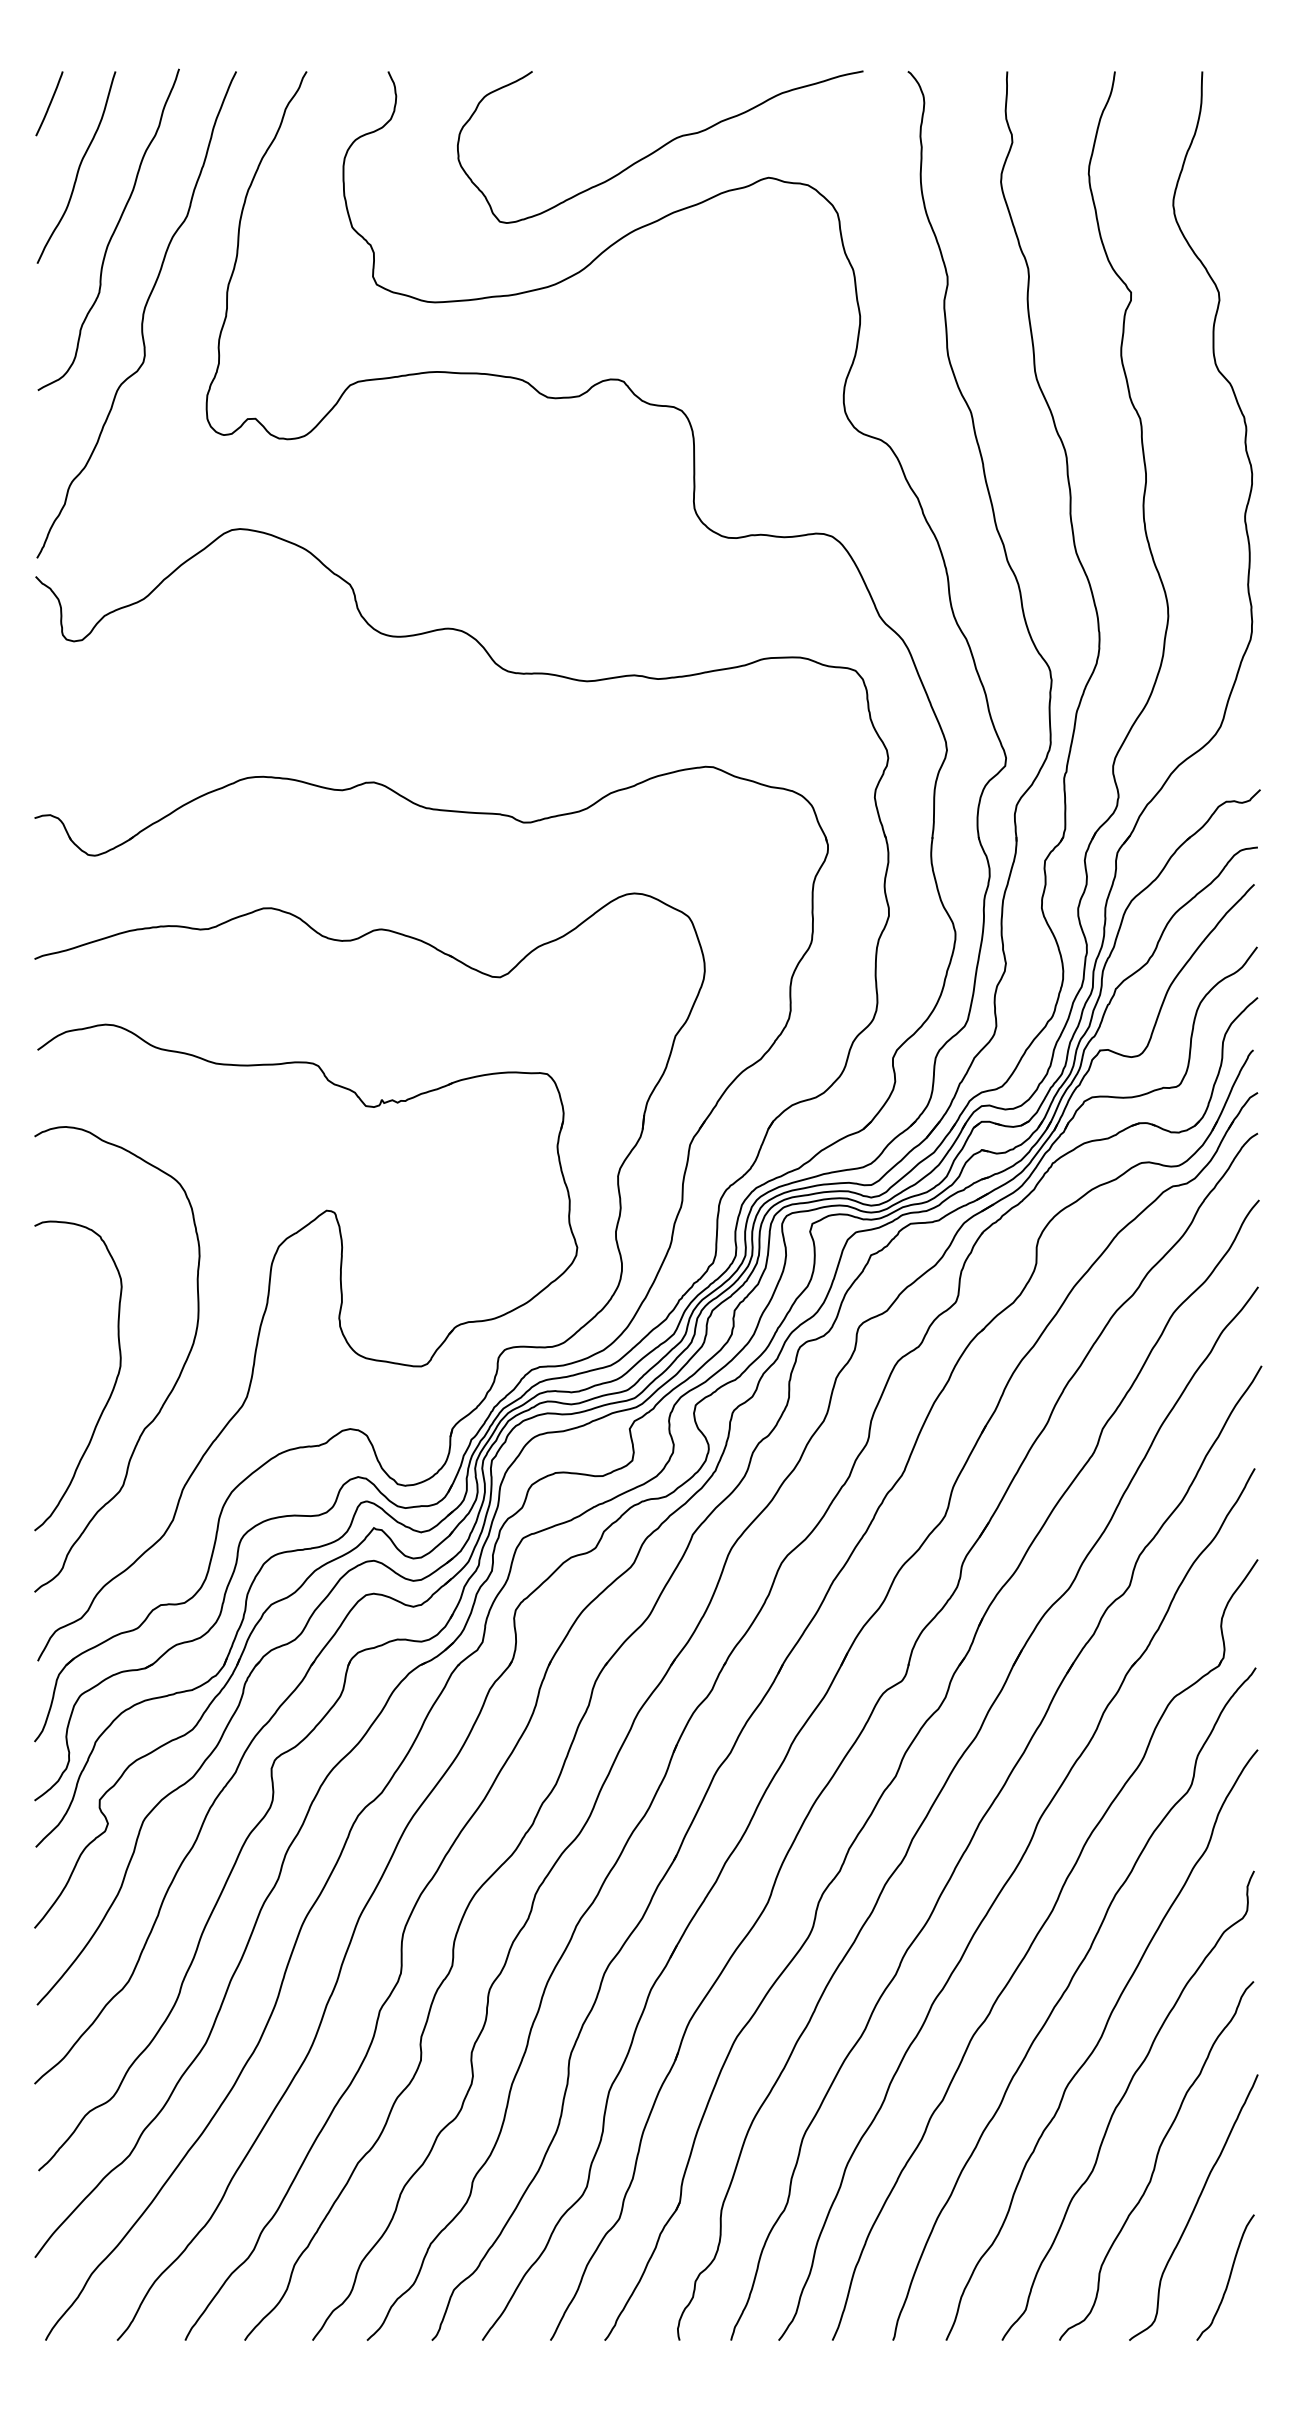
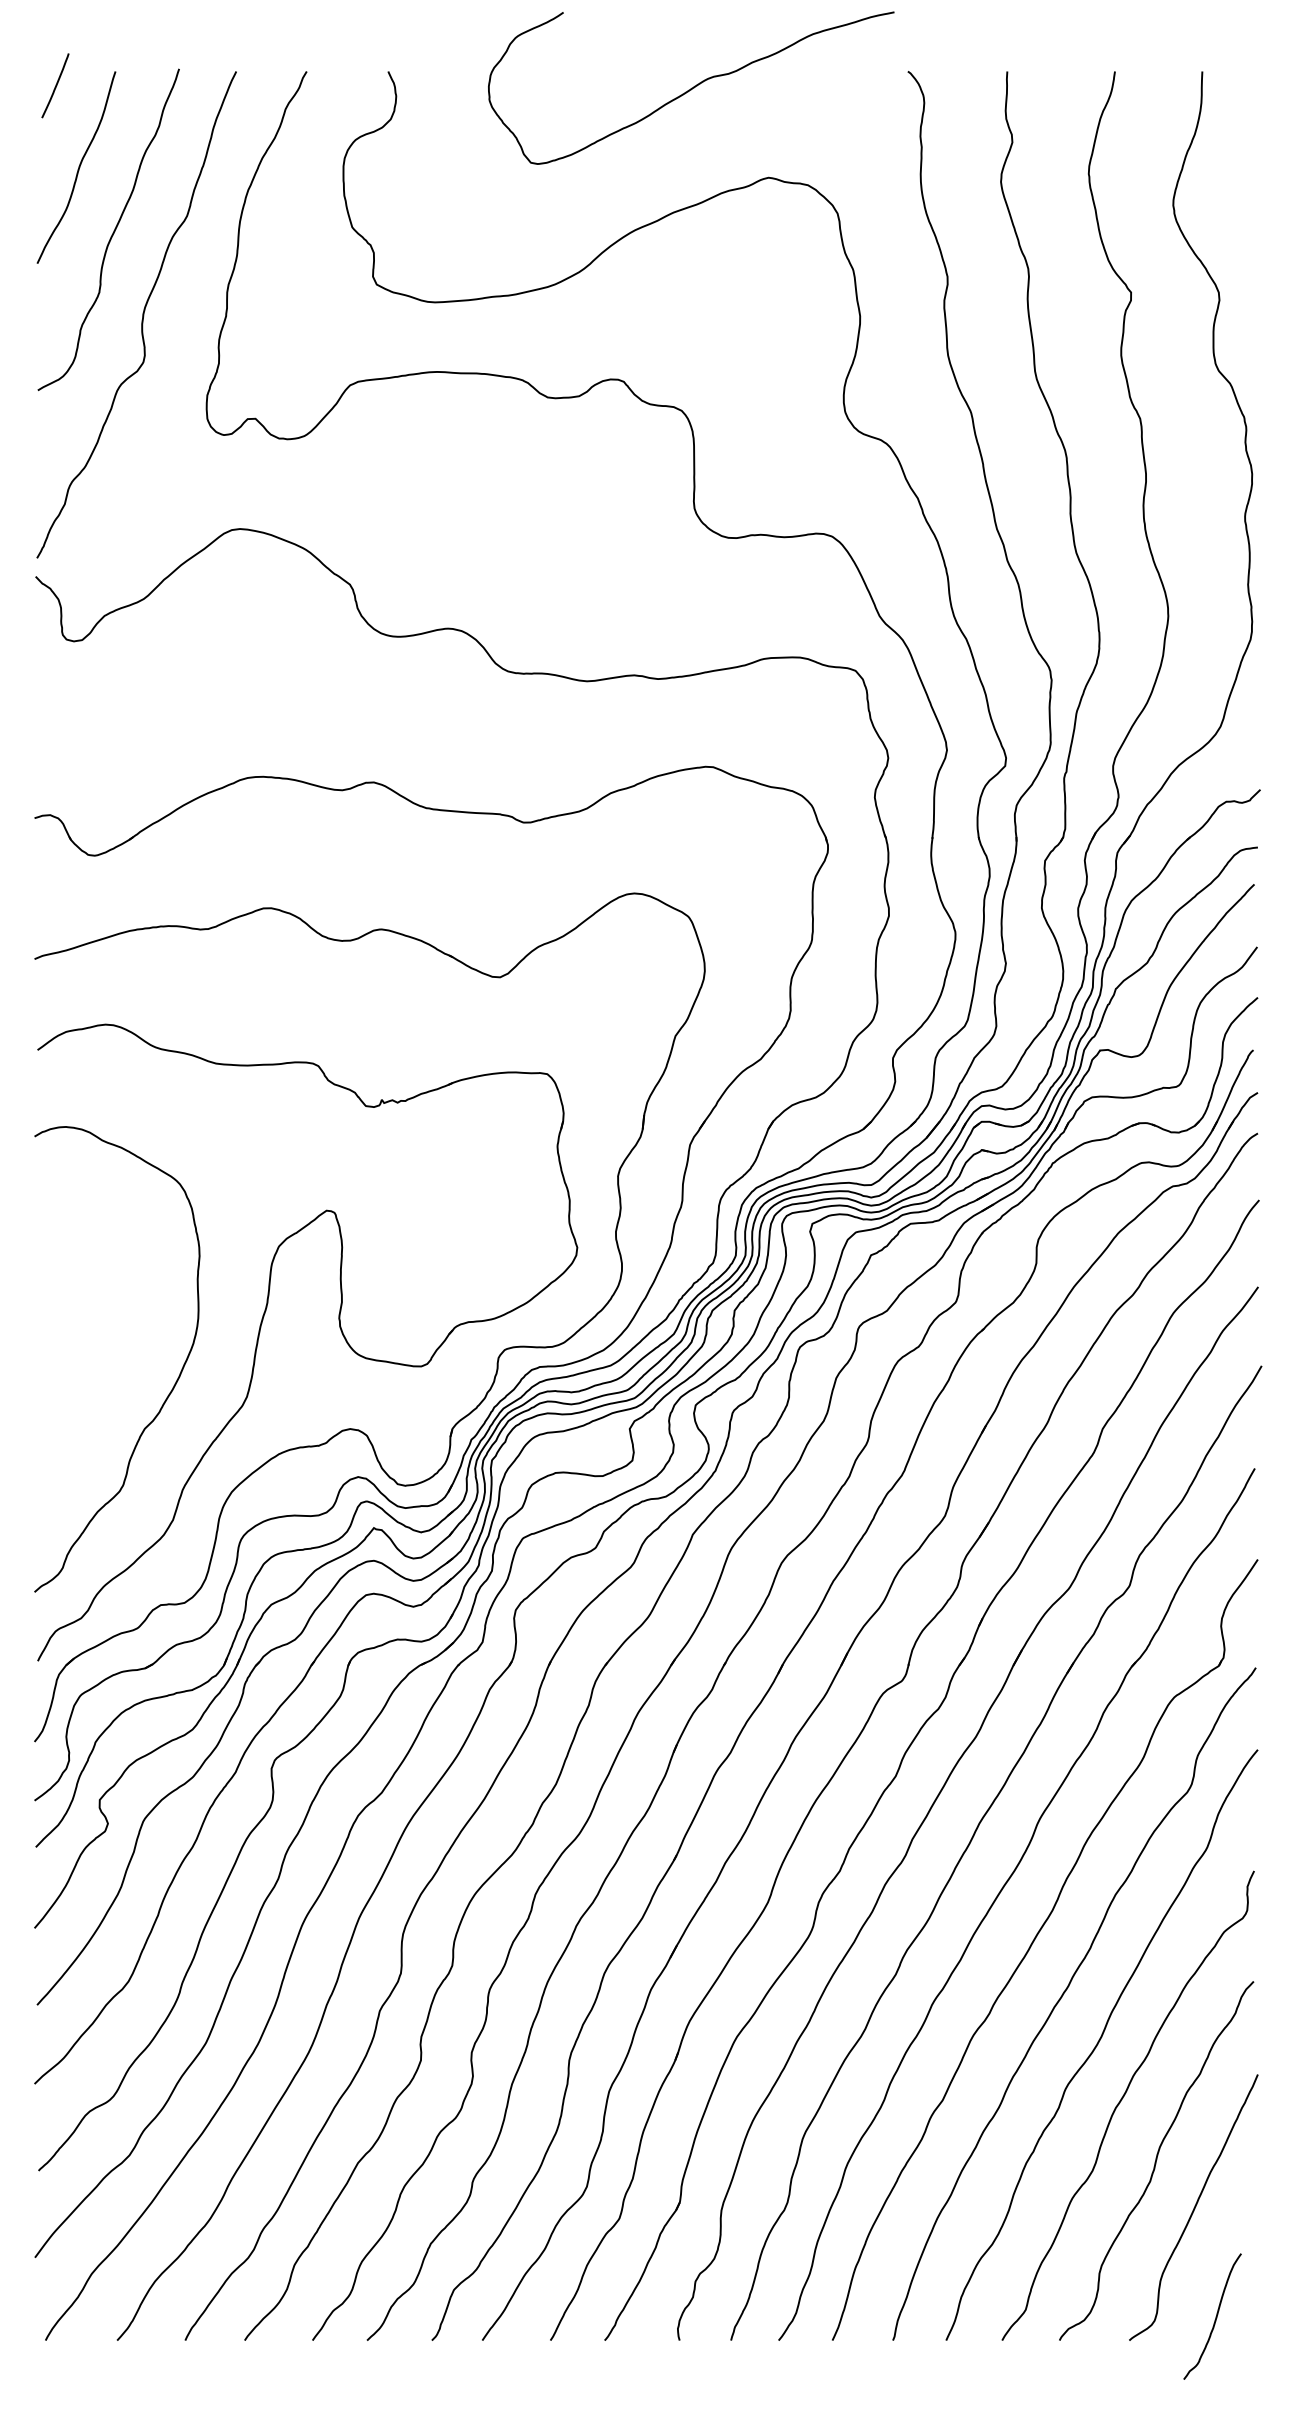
line at (49, 103) position: (49, 103) -> (55, 85)
curve at (660, 146) position: (660, 146) -> (691, 87)
curve at (111, 1390): present -> none
curve at (1228, 2277) position: (1228, 2277) -> (1215, 2316)
